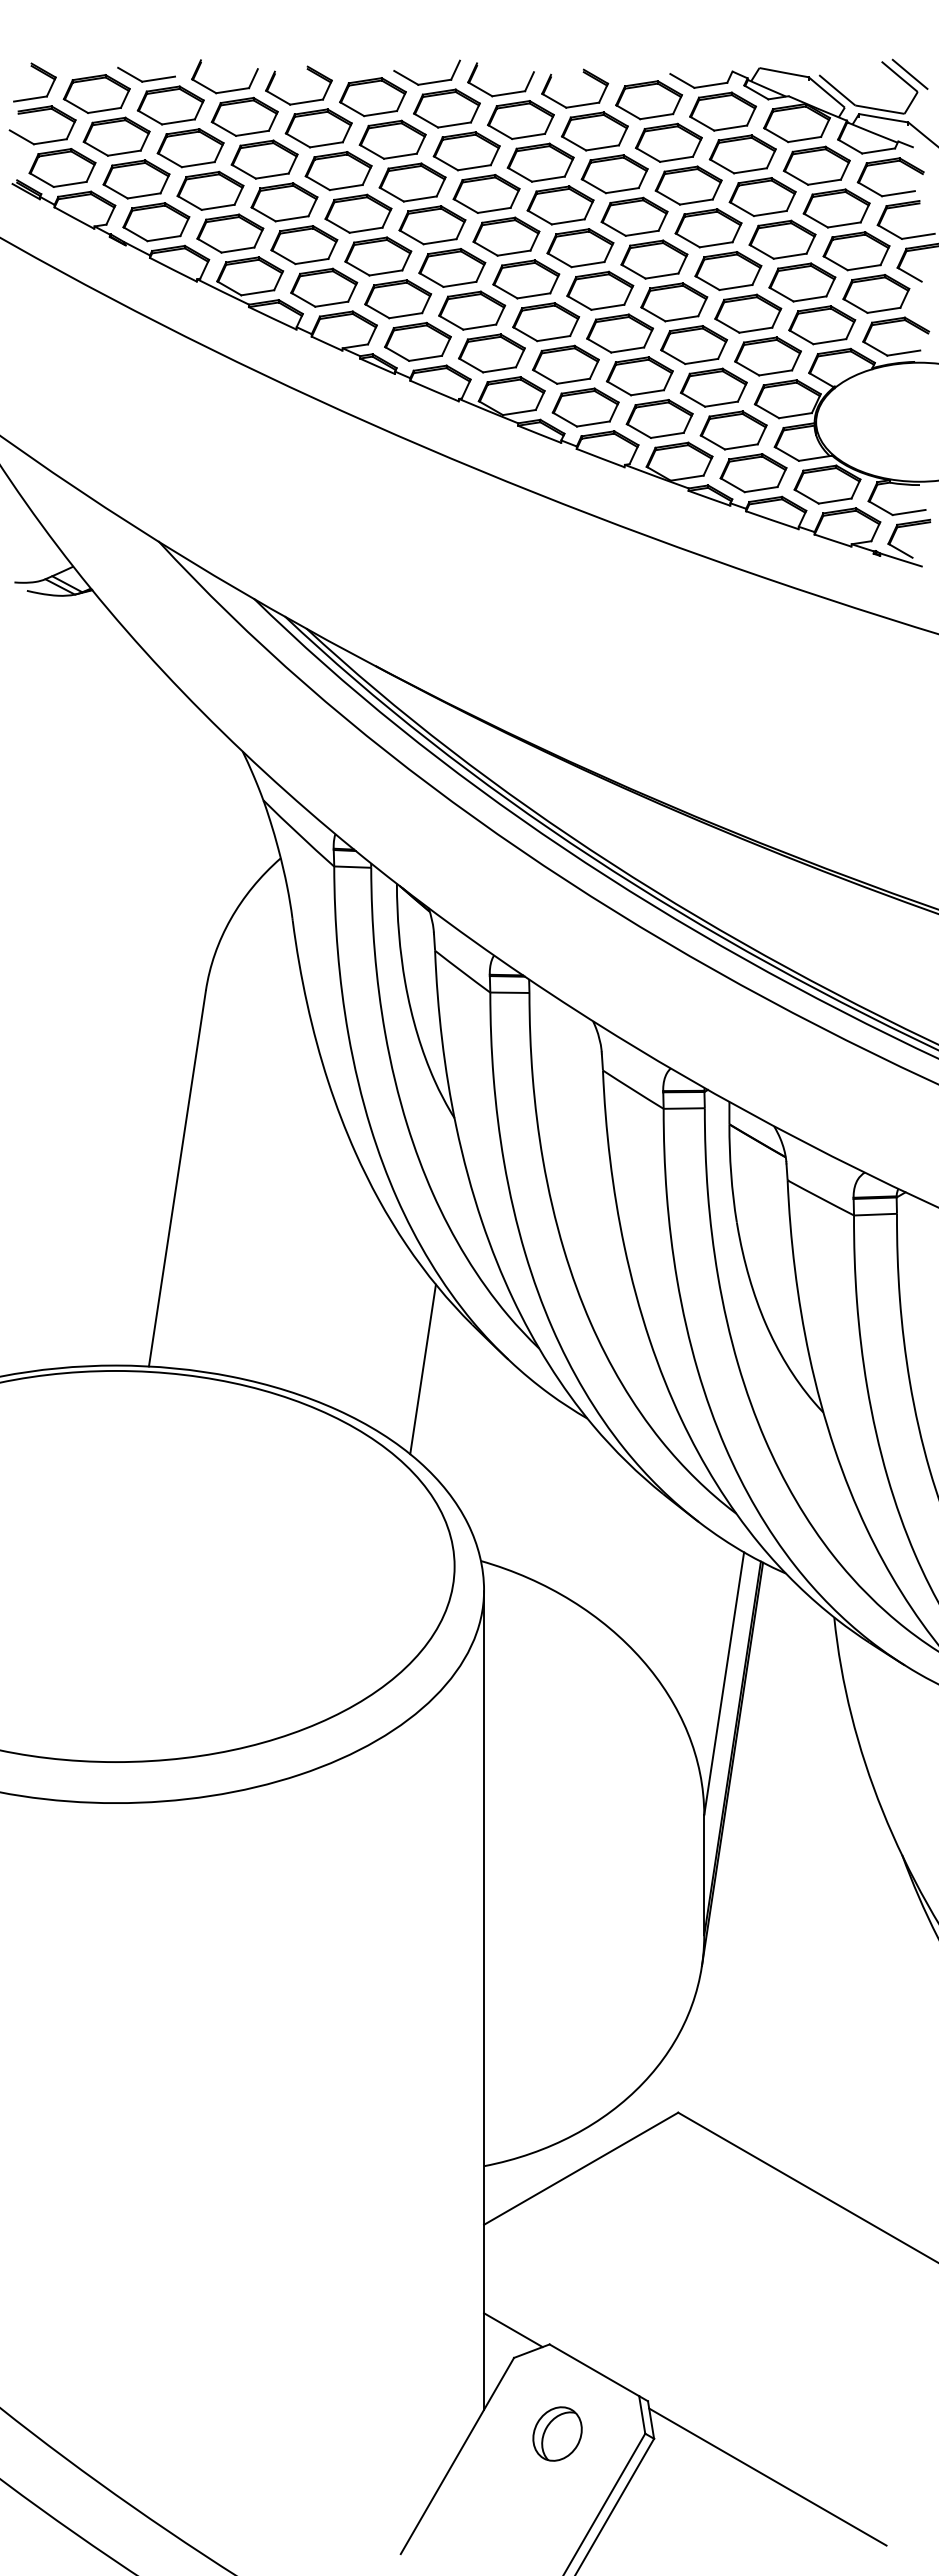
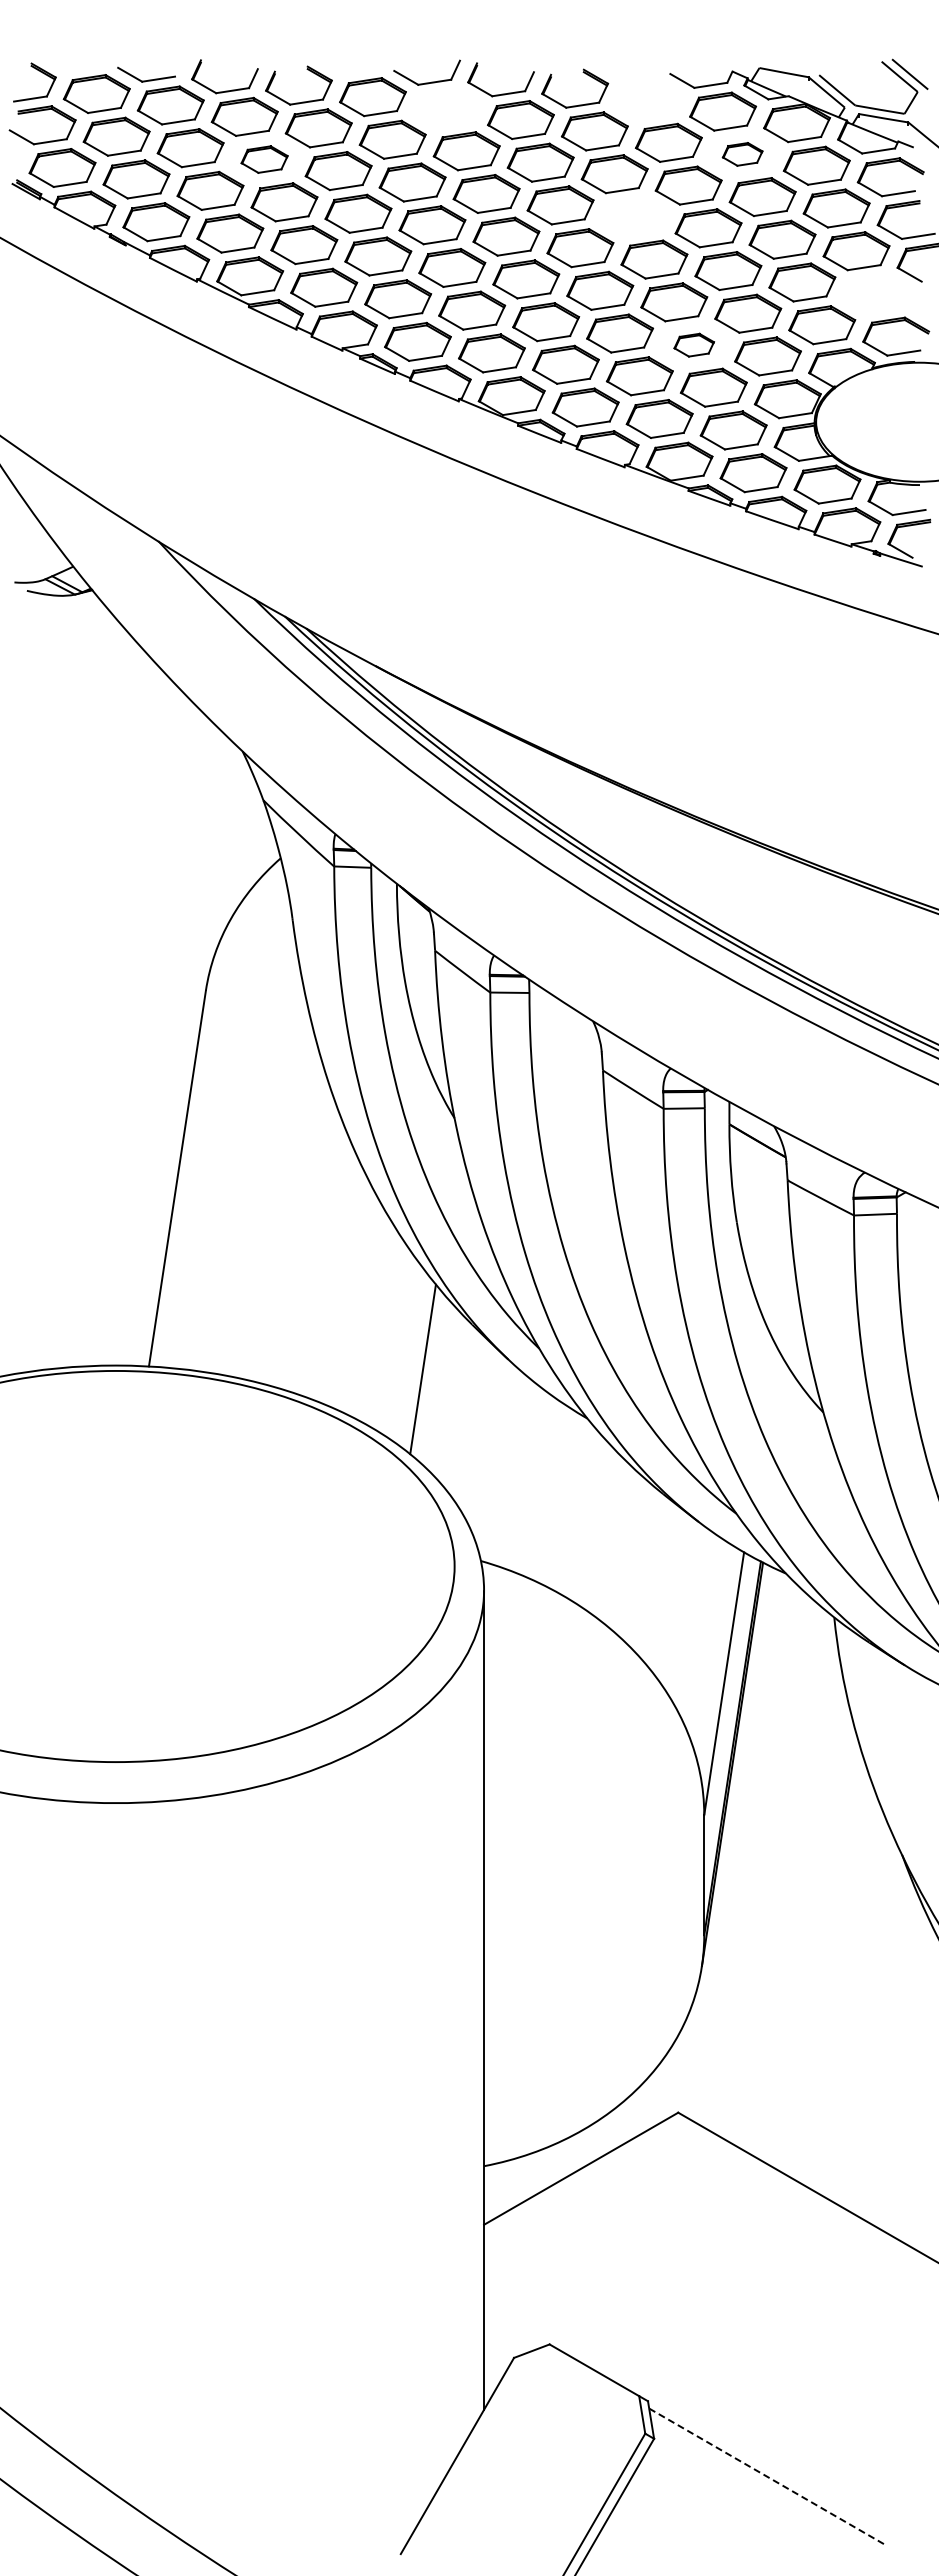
part at (648, 100): present -> none
part at (446, 108): present -> none
part at (742, 154) size: 69x41 px -> 43x25 px
part at (264, 159) size: 69x41 px -> 49x29 px
part at (634, 216): present -> none
part at (876, 293): present -> none
part at (694, 345) size: 69x41 px -> 43x26 px
line at (513, 2330): present -> none
part at (557, 2433): present -> none
line at (768, 2477): solid -> dashed
